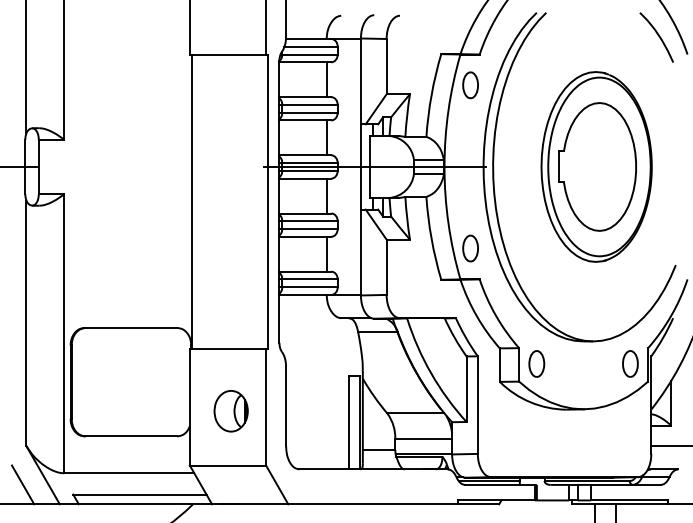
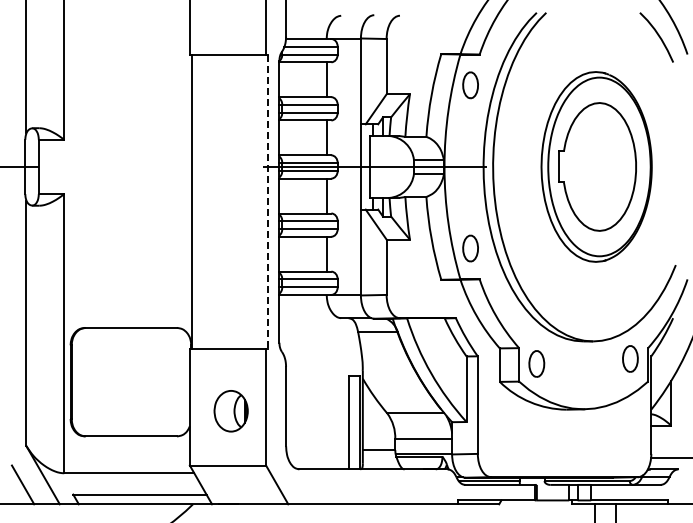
line at (268, 202): solid -> dashed
part at (630, 363) position: (630, 363) -> (630, 358)
line at (670, 446) position: (670, 446) -> (670, 458)
